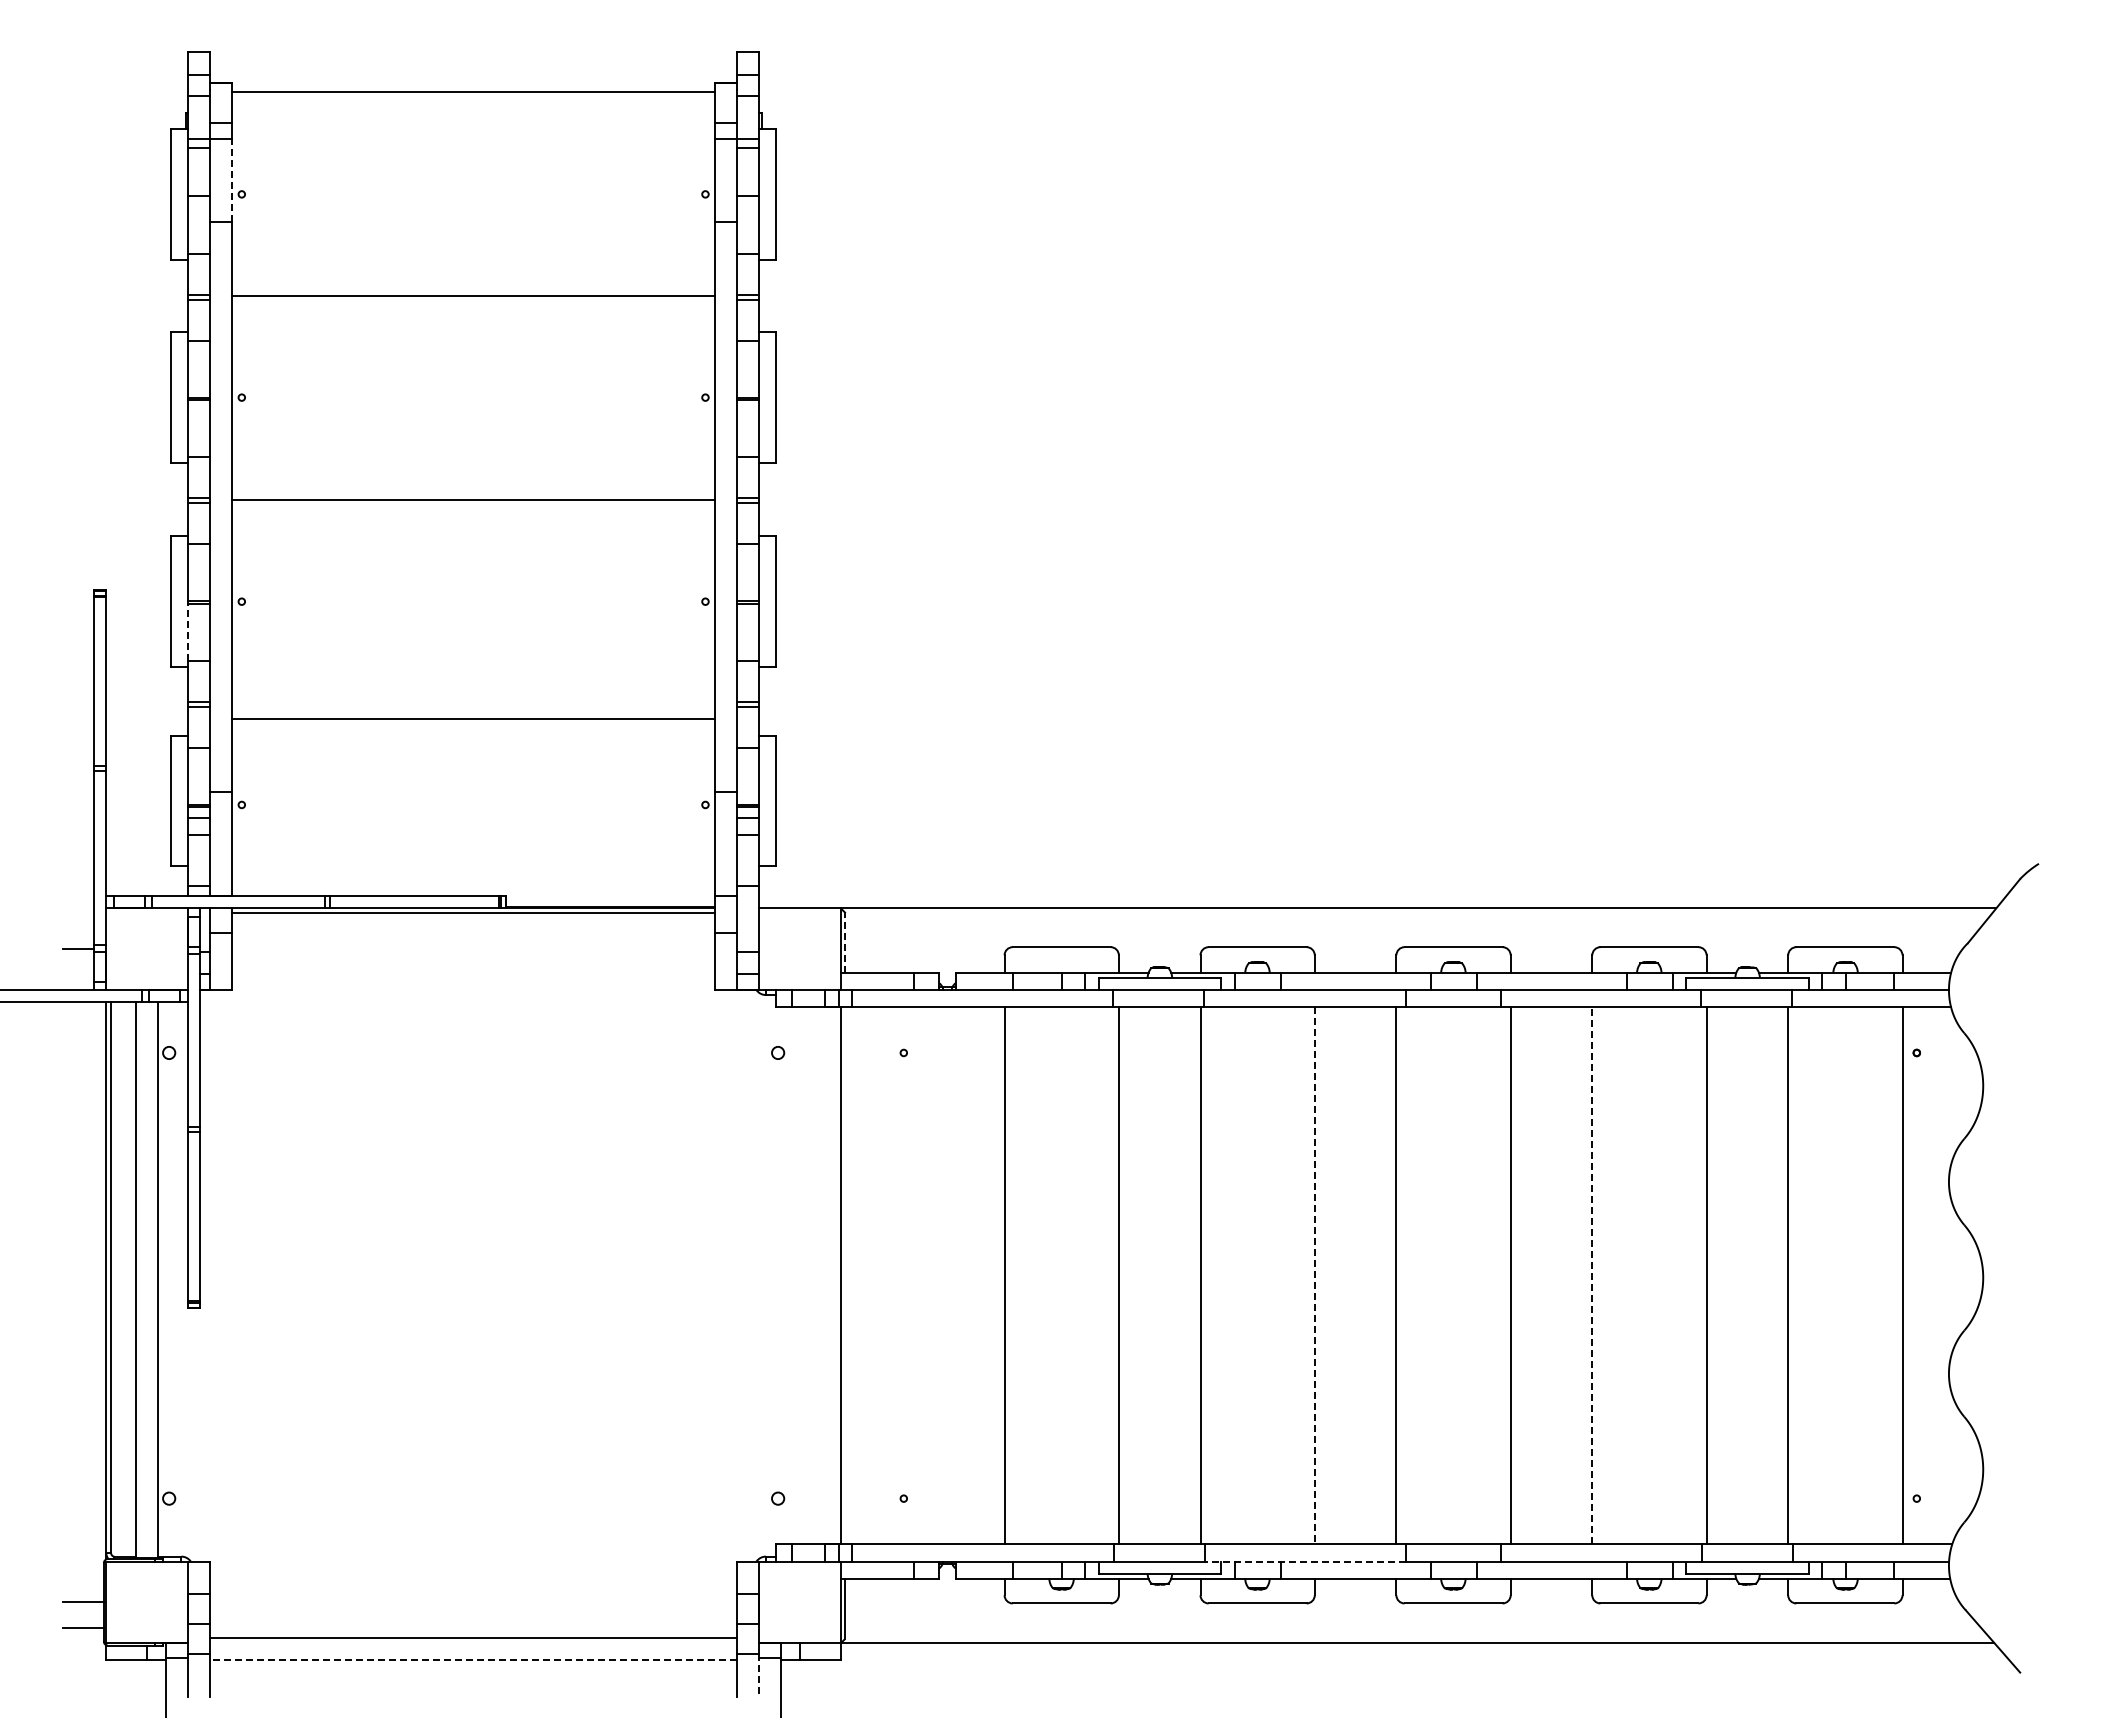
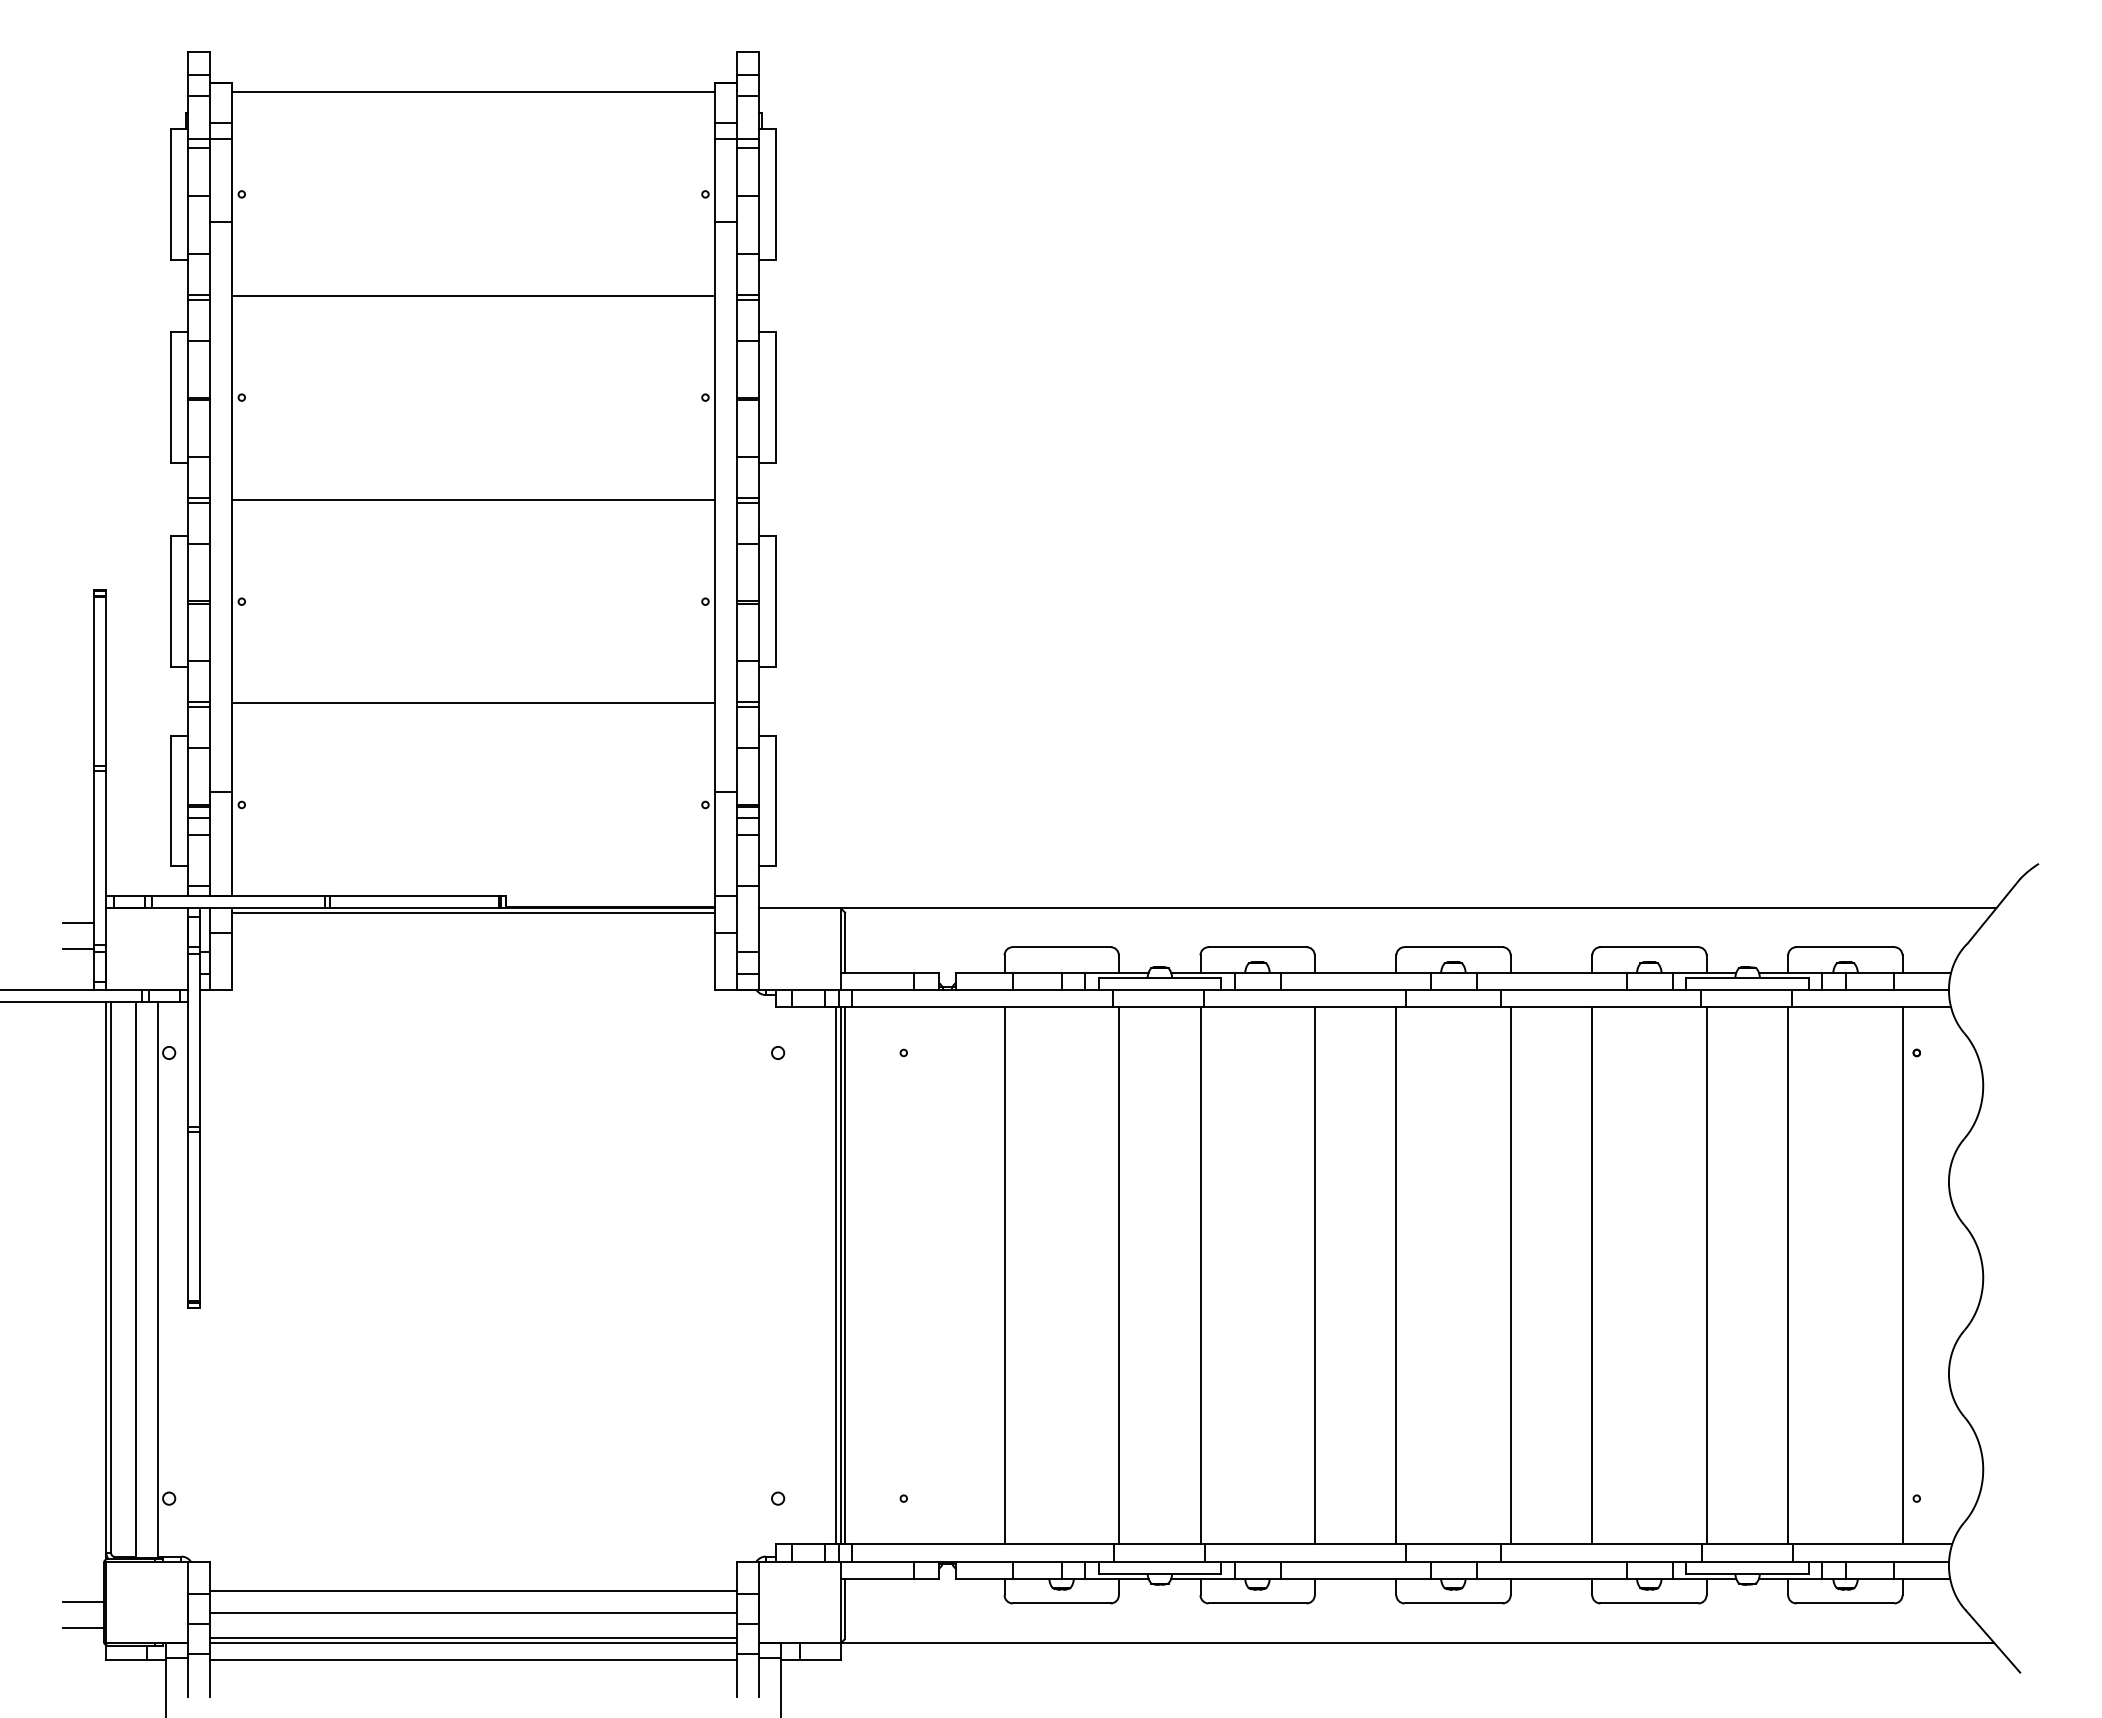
line at (232, 180): dashed -> solid
line at (187, 632): dashed -> solid
line at (473, 718) position: (473, 718) -> (473, 702)
line at (78, 923): none -> present
line at (845, 942): dashed -> solid
line at (836, 1275): none -> present
line at (845, 1275): none -> present
line at (1314, 1275): dashed -> solid
line at (1592, 1275): dashed -> solid
line at (1305, 1561): dashed -> solid
line at (473, 1591): none -> present
line at (473, 1613): none -> present
line at (473, 1643): none -> present
line at (473, 1660): dashed -> solid
line at (759, 1676): dashed -> solid
